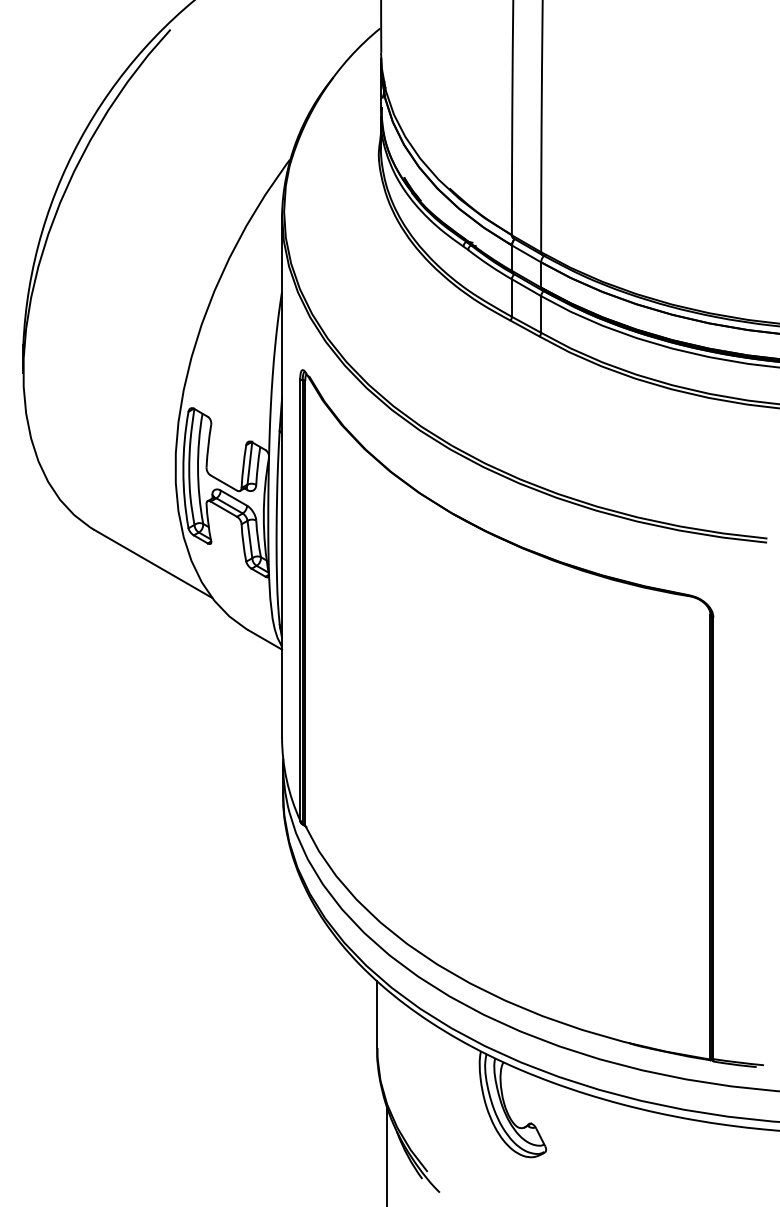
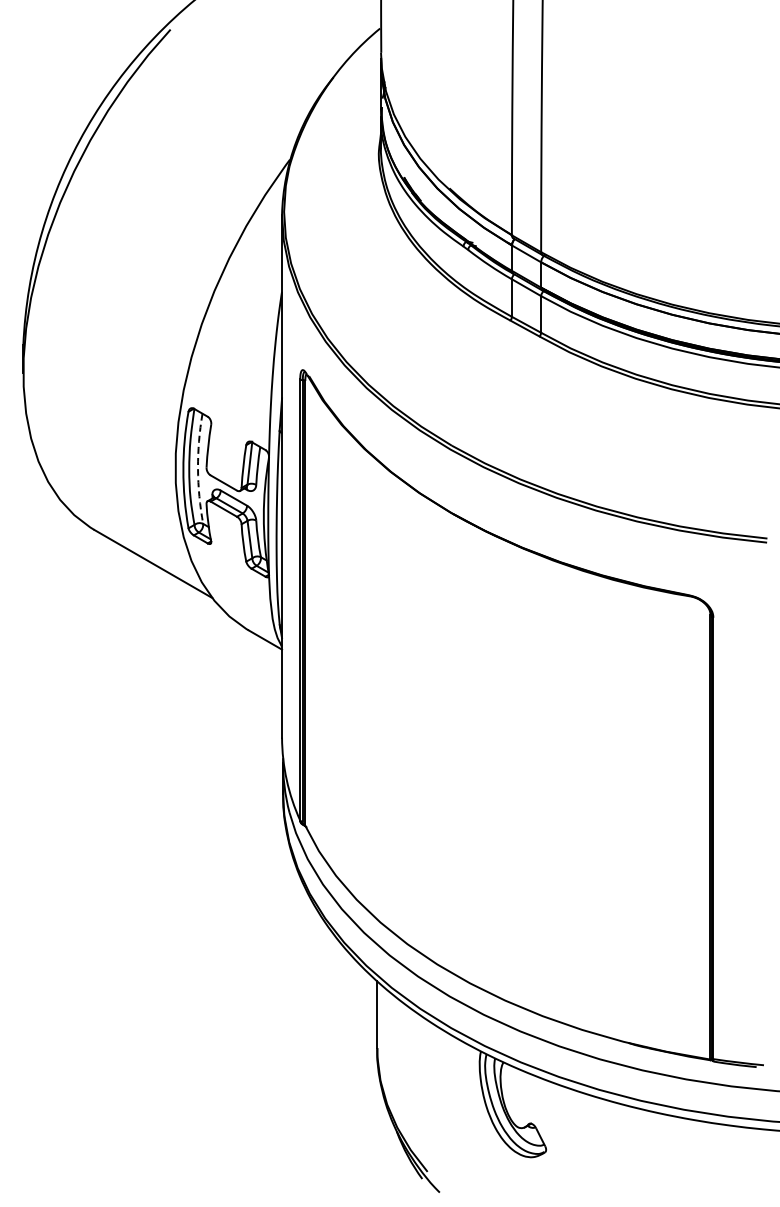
arc at (198, 468): solid -> dashed
line at (386, 1154): present -> none
